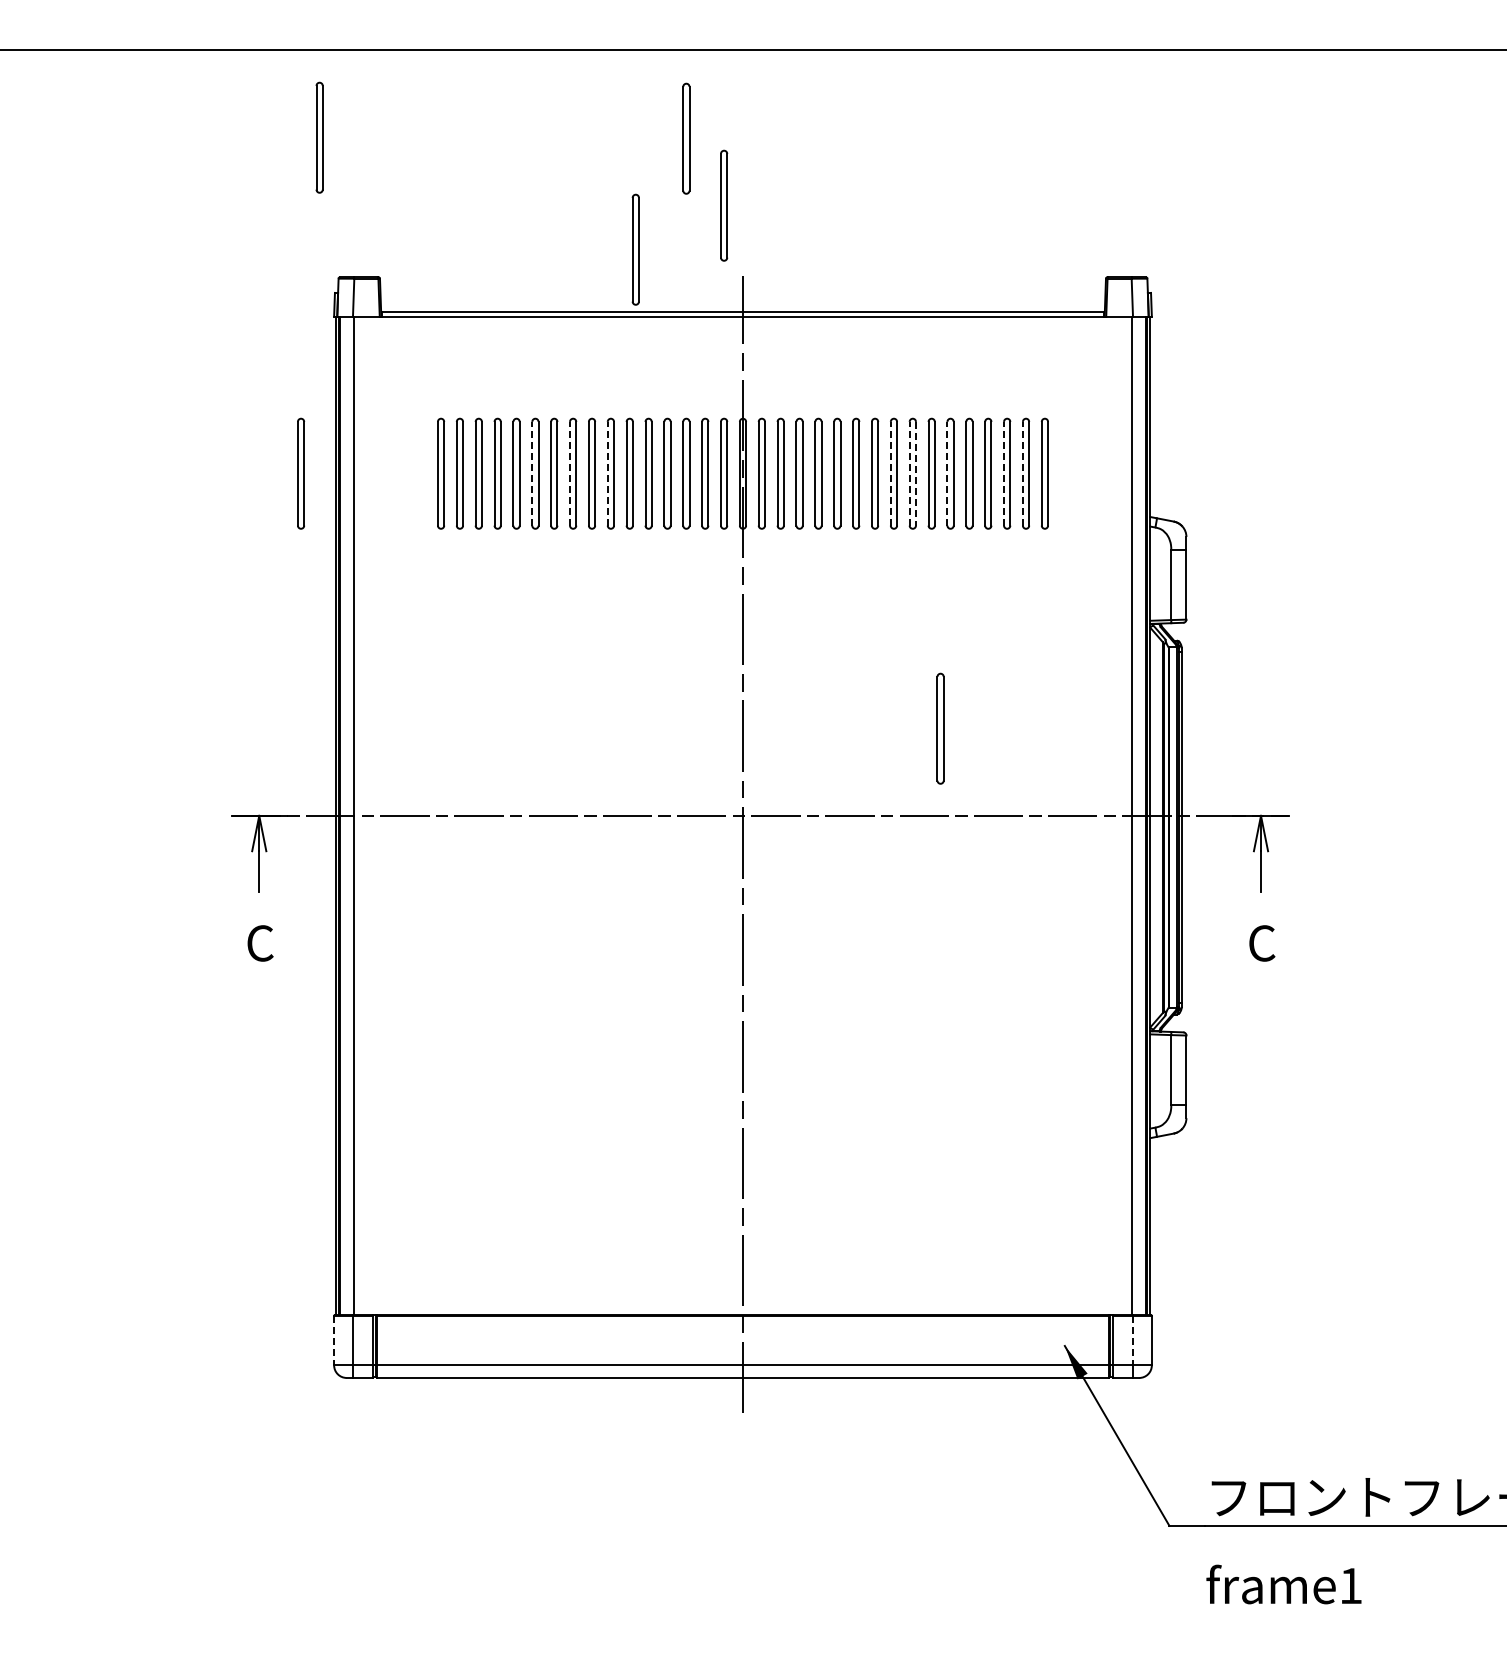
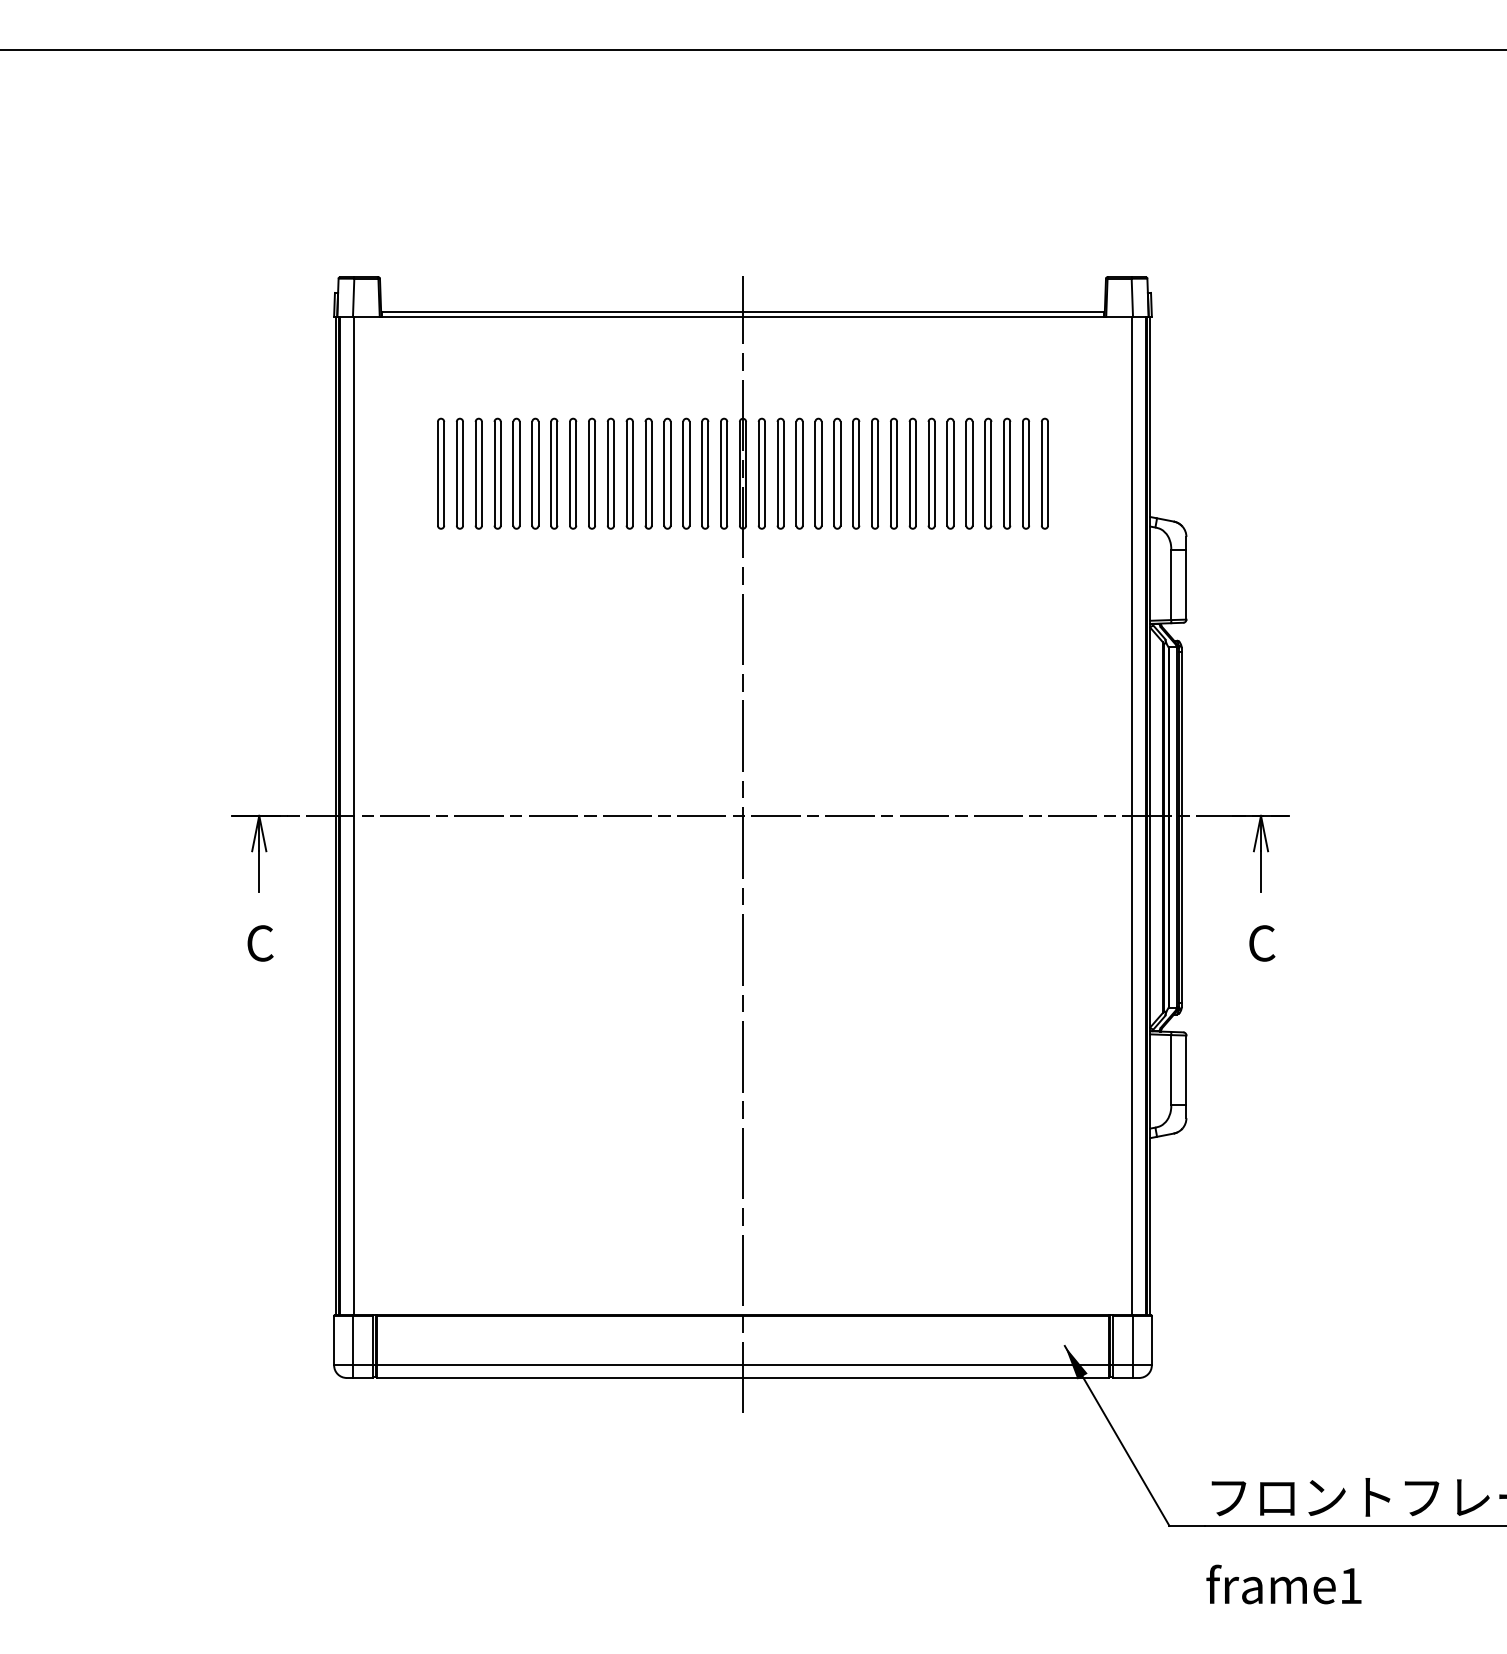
part at (319, 137): present -> none
part at (686, 138): present -> none
part at (724, 205): present -> none
part at (635, 249): present -> none
part at (301, 473): present -> none
line at (532, 473): dashed -> solid
line at (570, 473): dashed -> solid
line at (607, 473): dashed -> solid
line at (890, 473): dashed -> solid
line at (909, 473): dashed -> solid
line at (915, 473): dashed -> solid
line at (947, 473): dashed -> solid
line at (1004, 473): dashed -> solid
line at (1022, 473): dashed -> solid
part at (940, 728): present -> none
line at (334, 1340): dashed -> solid
line at (1132, 1340): dashed -> solid
